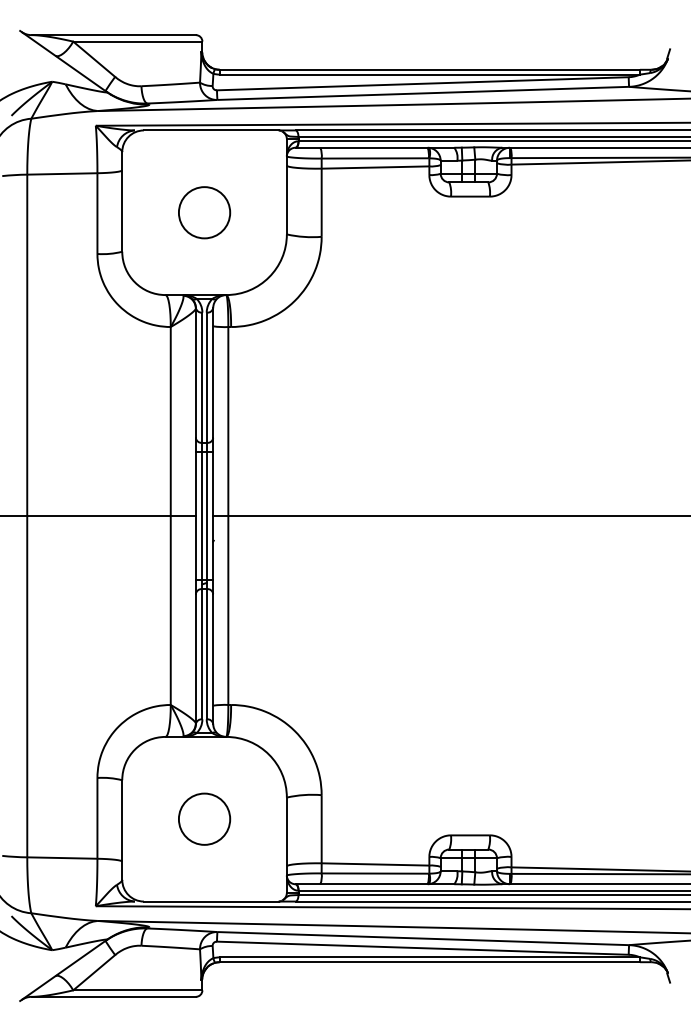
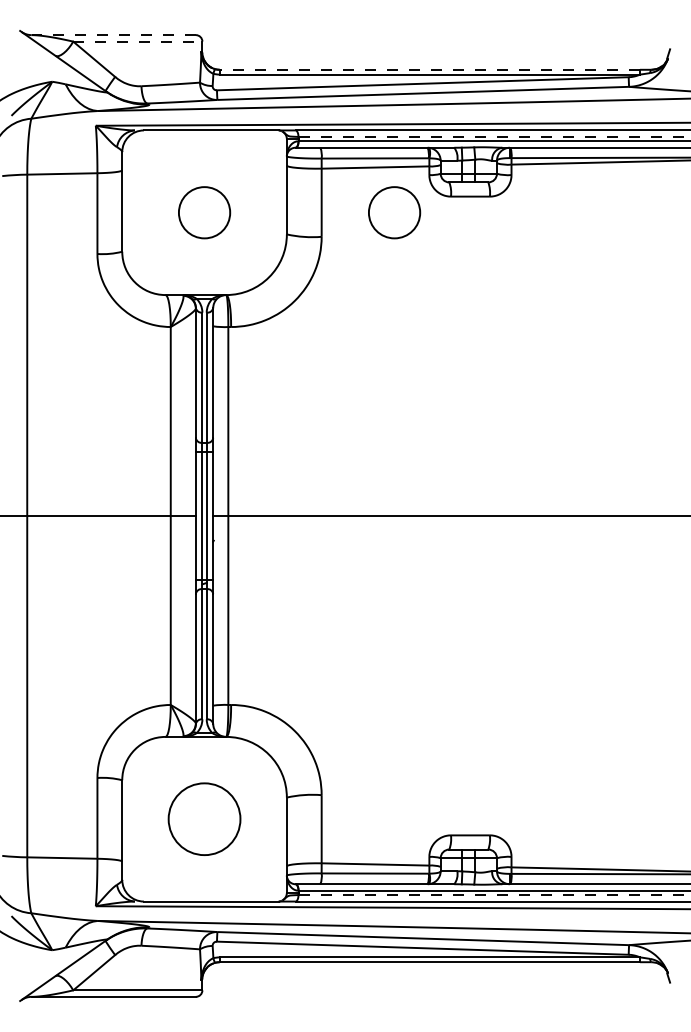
line at (113, 35): solid -> dashed
line at (137, 41): solid -> dashed
line at (429, 69): solid -> dashed
line at (494, 136): solid -> dashed
circle at (394, 212): none -> present
circle at (204, 818) diameter: 51 px -> 72 px
line at (494, 895): solid -> dashed
